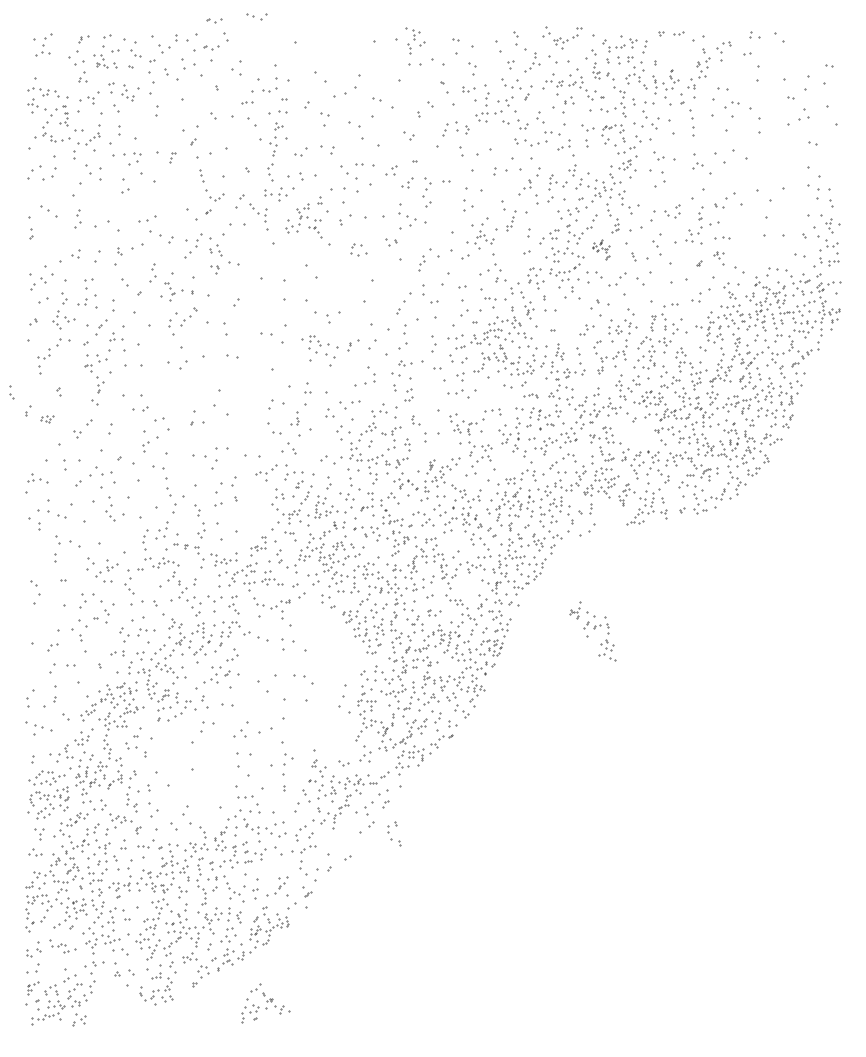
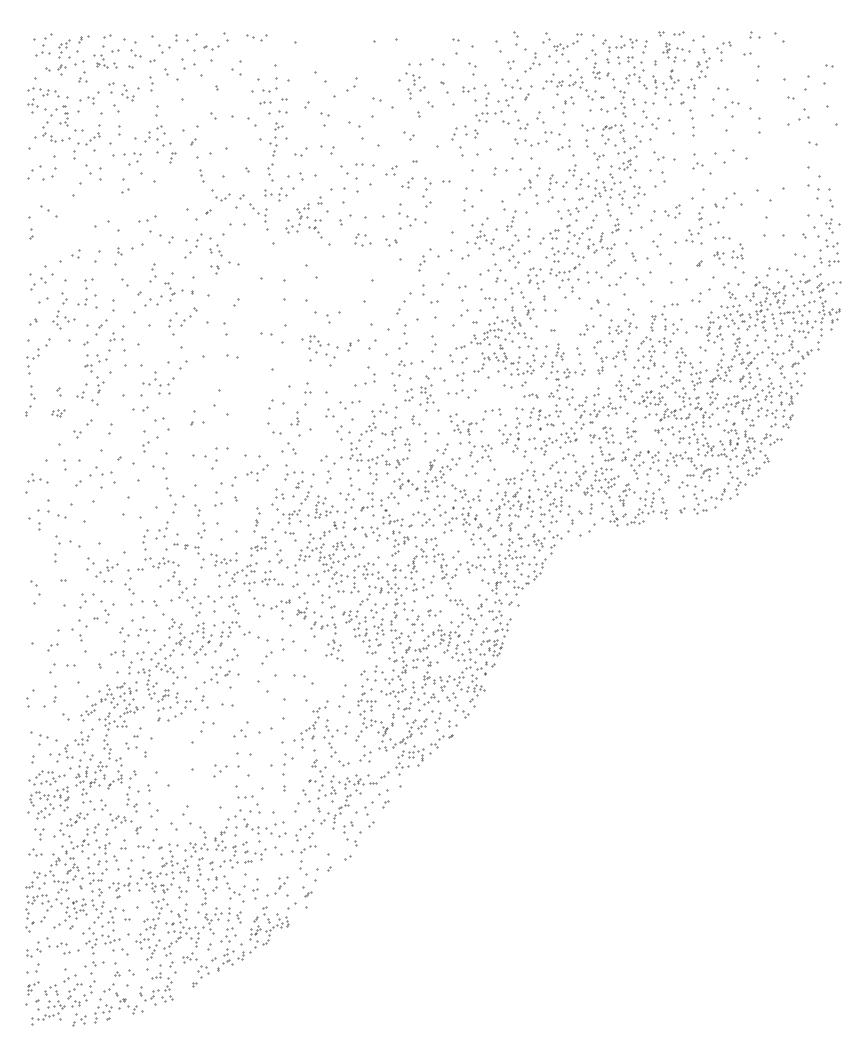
part at (256, 16) position: (256, 16) -> (256, 37)
part at (214, 20): present -> none
part at (562, 37) position: (562, 37) -> (562, 43)
part at (415, 40) position: (415, 40) -> (415, 85)
part at (676, 52): none -> present
part at (57, 57): none -> present
part at (151, 82) size: 7x24 px -> 5x16 px
part at (352, 84) size: 17x21 px -> 12x15 px
part at (247, 102) position: (247, 102) -> (265, 102)
part at (455, 128) position: (455, 128) -> (464, 132)
part at (157, 135): none -> present
part at (598, 160): none -> present
part at (639, 191): none -> present
part at (214, 195) position: (214, 195) -> (220, 195)
part at (77, 218): present -> none
part at (358, 249) position: (358, 249) -> (362, 239)
part at (601, 249) size: 19x22 px -> 29x35 px
part at (509, 251): none -> present
part at (737, 251): none -> present
part at (151, 302): none -> present
part at (455, 336): present -> none
part at (49, 356) position: (49, 356) -> (38, 356)
part at (158, 382): none -> present
part at (81, 390): none -> present
part at (11, 392) position: (11, 392) -> (32, 392)
part at (426, 393): none -> present
part at (47, 419) position: (47, 419) -> (58, 413)
part at (631, 434): none -> present
part at (442, 448): none -> present
part at (266, 472) position: (266, 472) -> (257, 472)
part at (328, 482) position: (328, 482) -> (328, 476)
part at (110, 508): present -> none
part at (613, 514): none -> present
part at (256, 519): none -> present
part at (592, 631) position: (592, 631) -> (319, 631)
part at (266, 657): none -> present
part at (38, 728) position: (38, 728) -> (43, 738)
part at (320, 728): none -> present
part at (220, 770): none -> present
part at (394, 833) position: (394, 833) -> (350, 833)
part at (62, 946) size: 28x15 px -> 34x18 px
part at (265, 1003) position: (265, 1003) -> (118, 1003)
